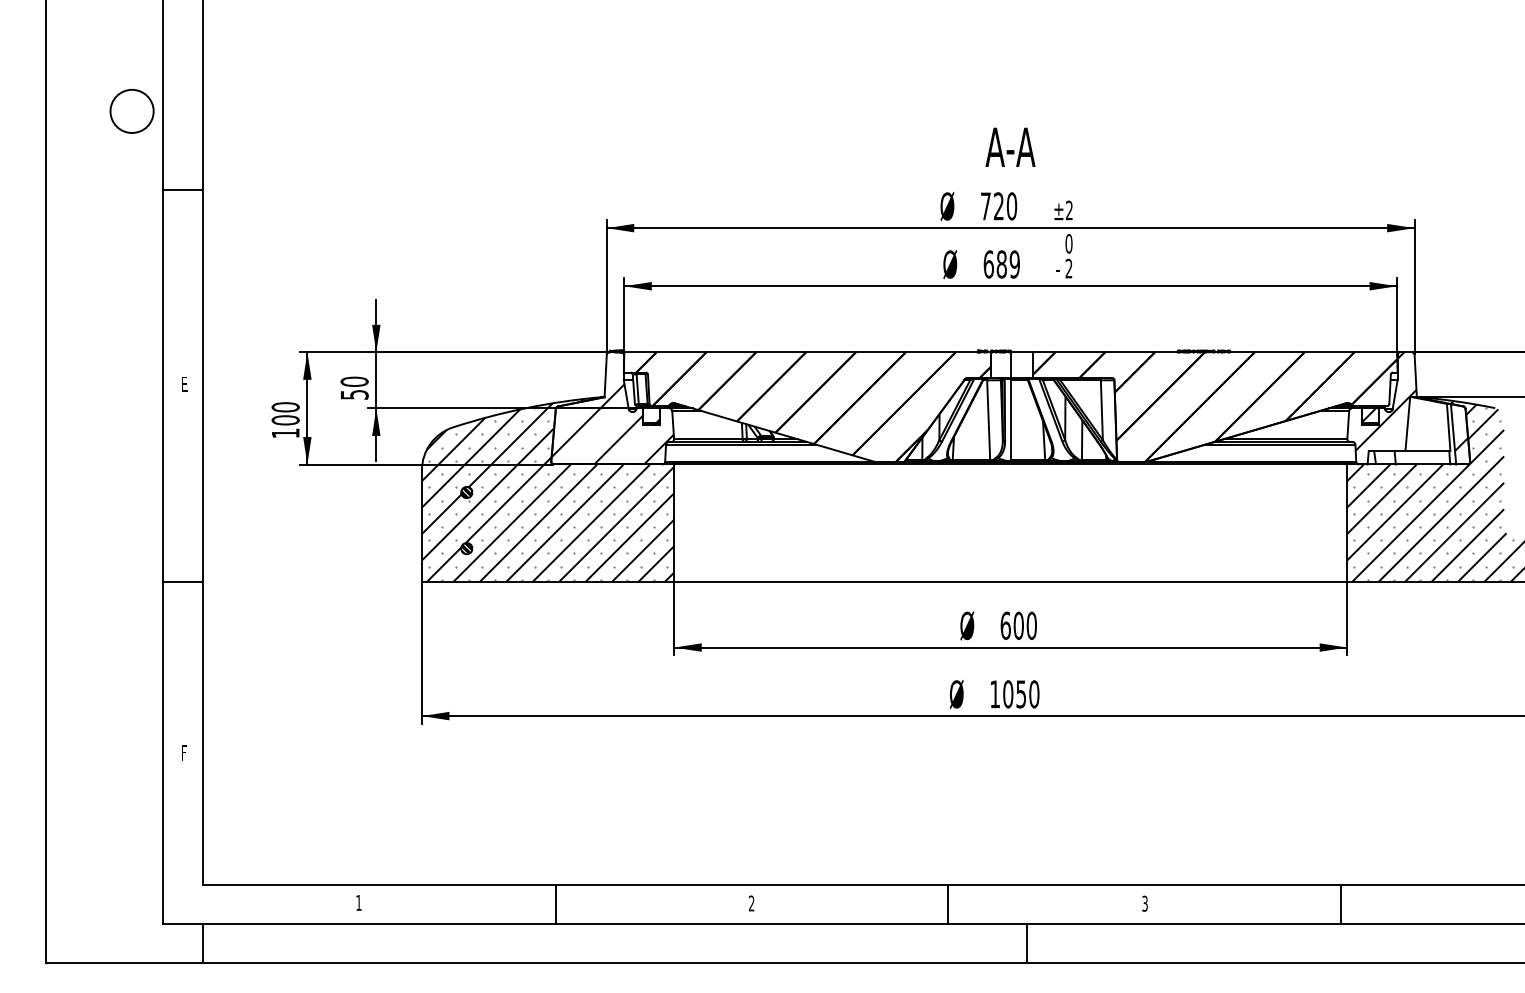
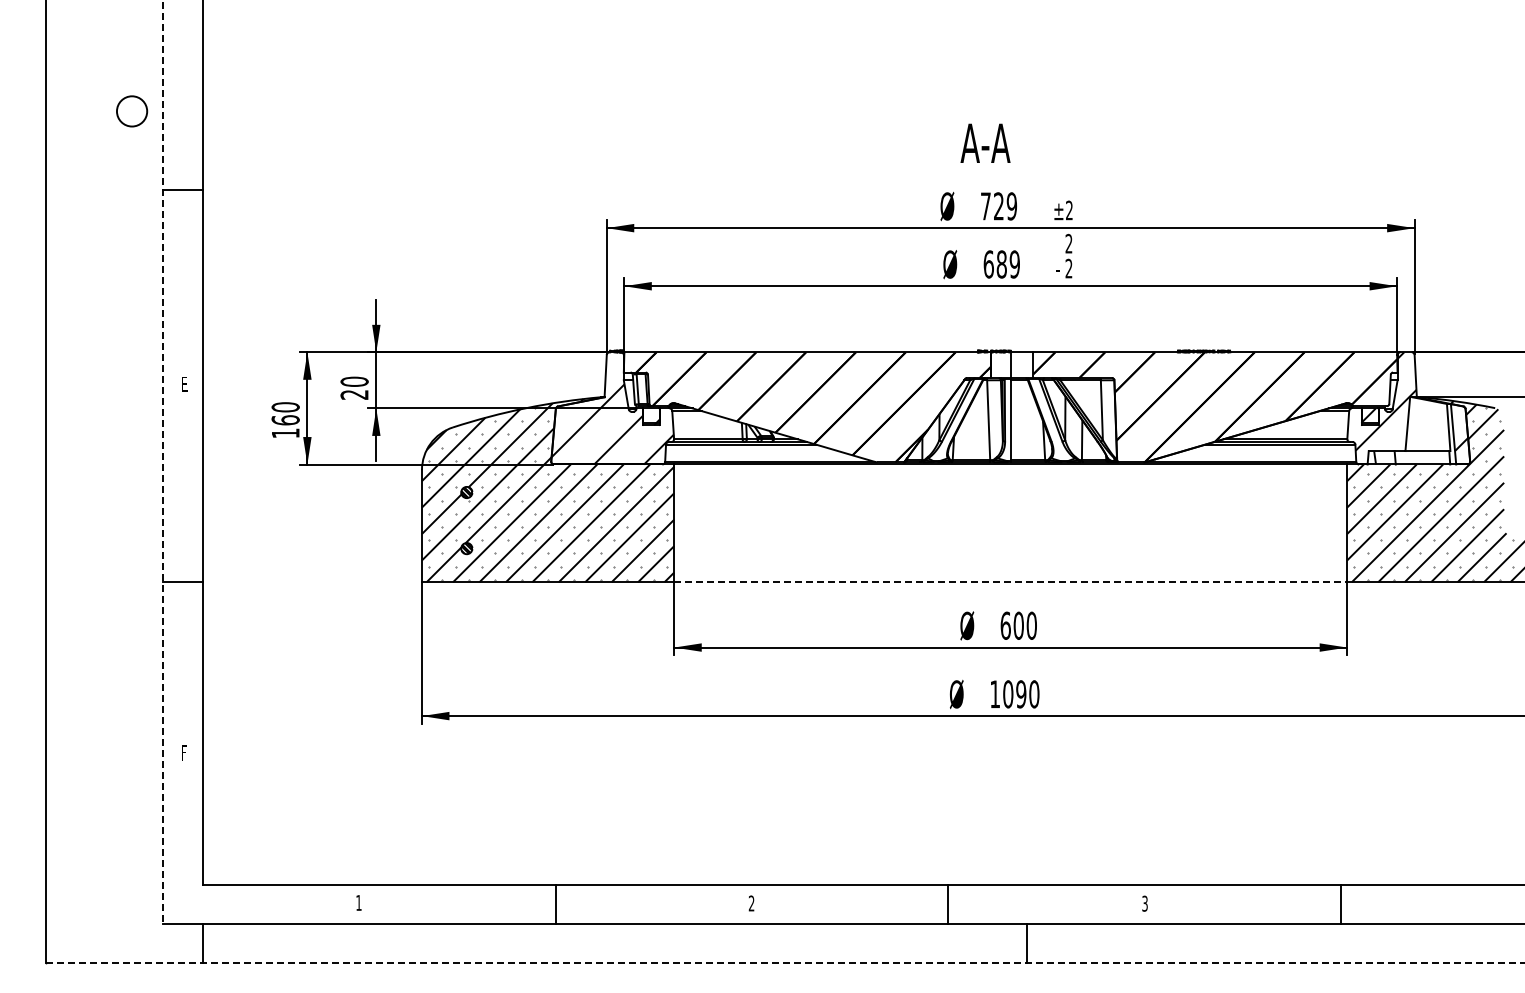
circle at (131, 111) diameter: 43 px -> 30 px
text at (1010, 146) position: (1010, 146) -> (985, 142)
text at (1011, 206): 720 -> 729
text at (1068, 243): 0 -> 2
text at (354, 394): 50 -> 20
text at (285, 420): 100 -> 160
line at (163, 462): solid -> dashed
line at (1011, 582): solid -> dashed
text at (1021, 694): 1050 -> 1090
line at (785, 963): solid -> dashed
